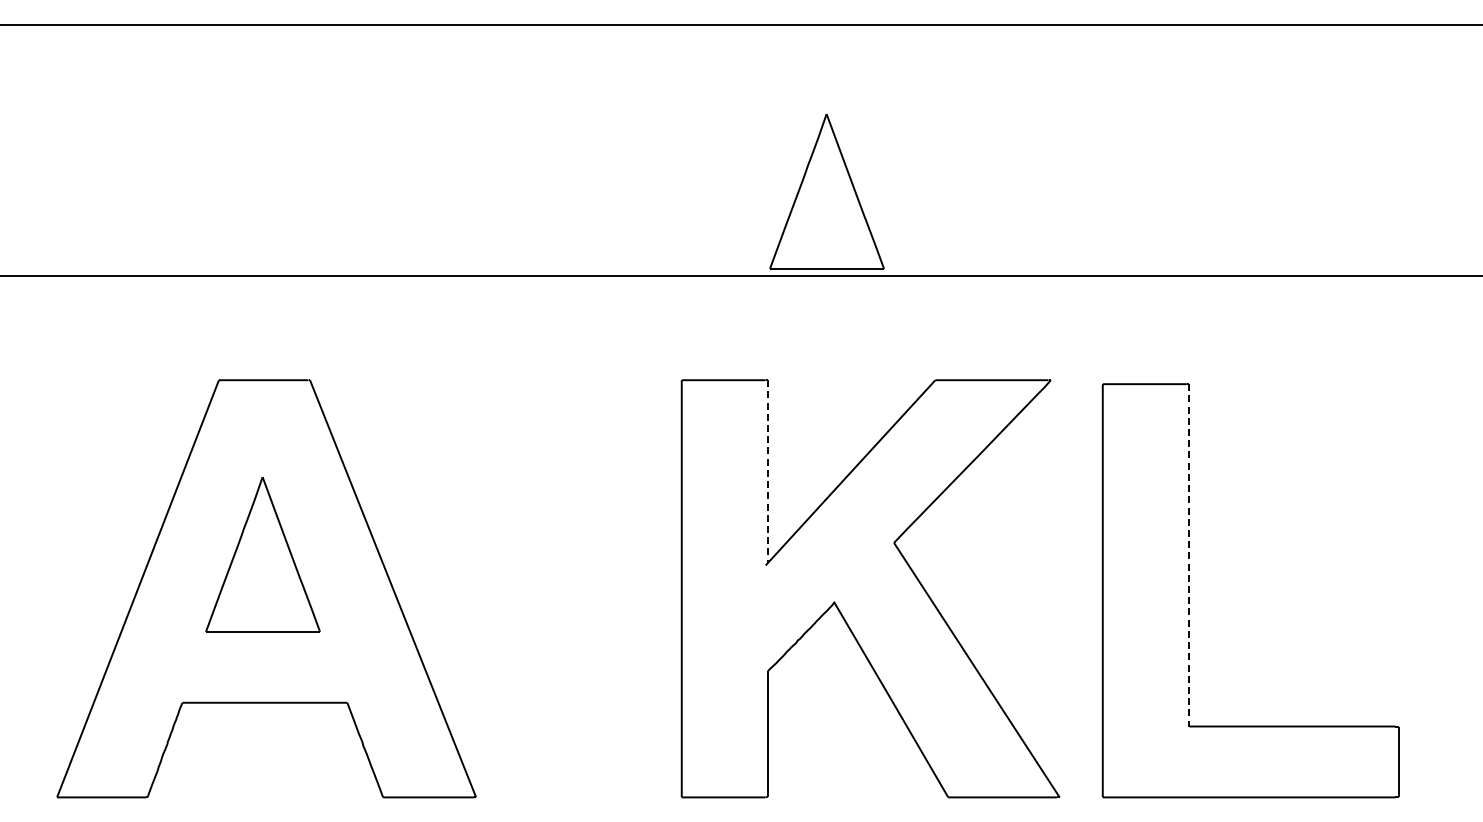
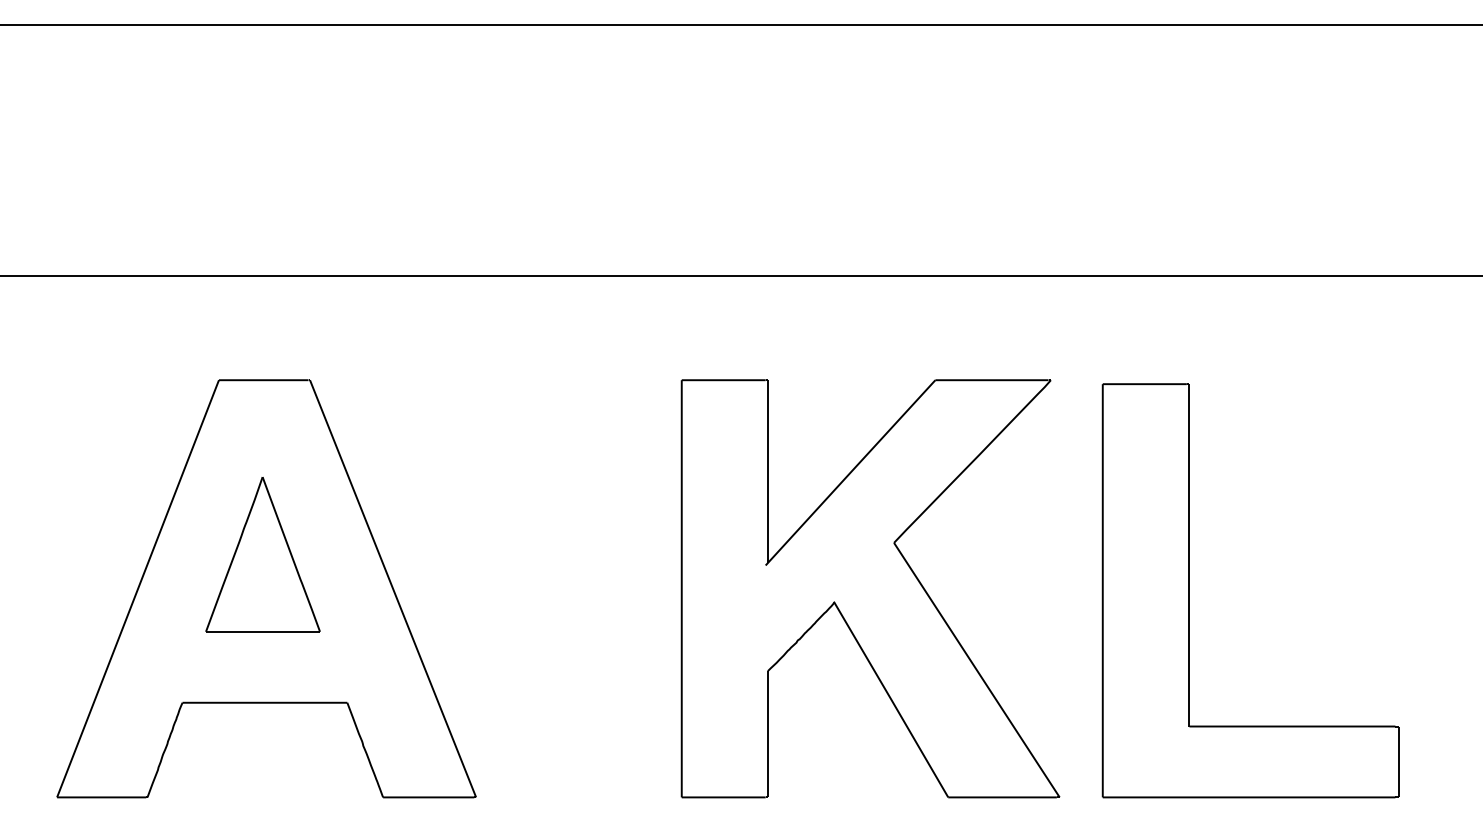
part at (826, 191): present -> none
line at (767, 471): dashed -> solid
line at (1189, 555): dashed -> solid
